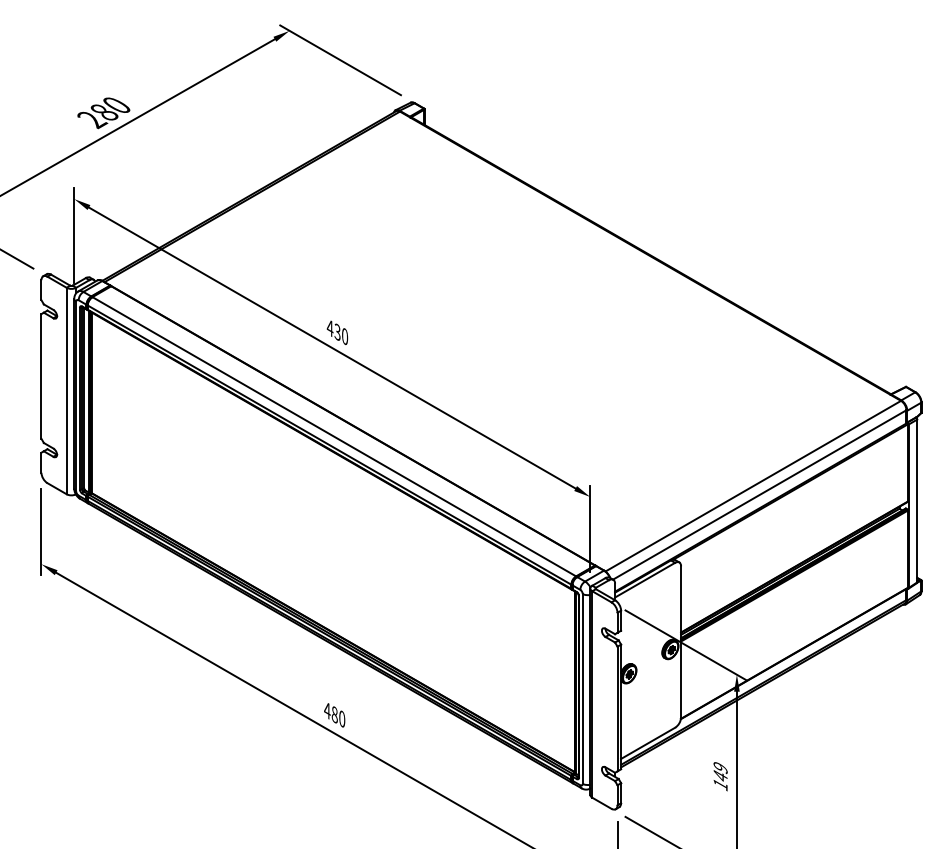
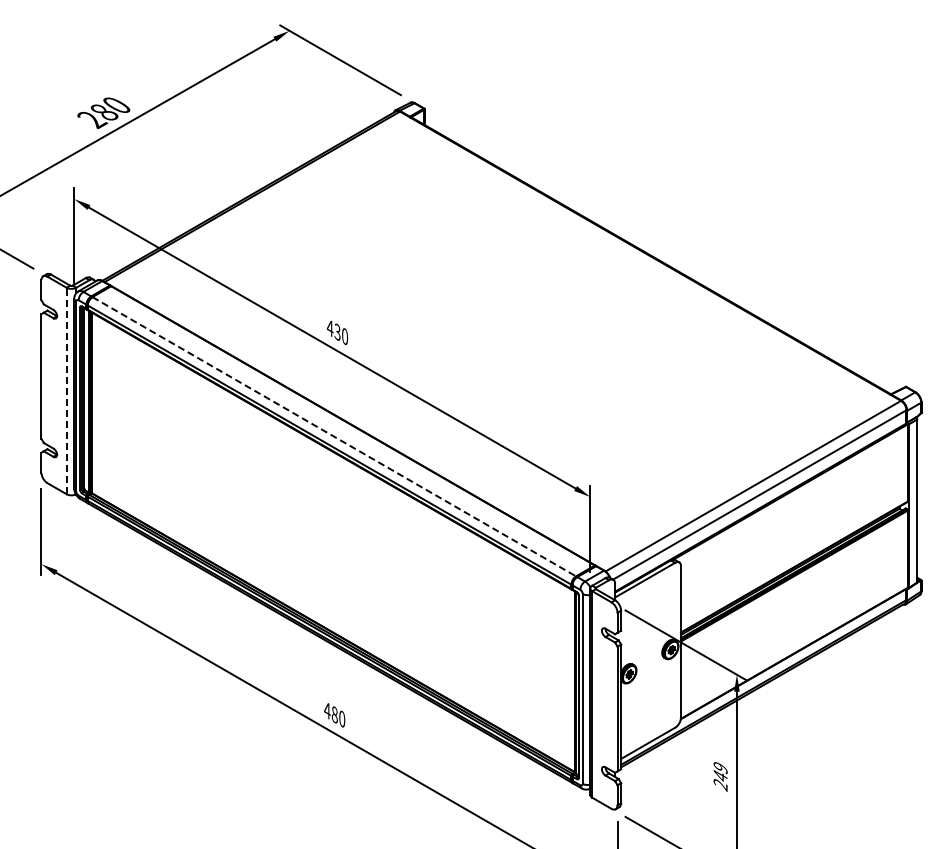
line at (66, 390): solid -> dashed
line at (334, 437): solid -> dashed
text at (720, 785): 149 -> 249
